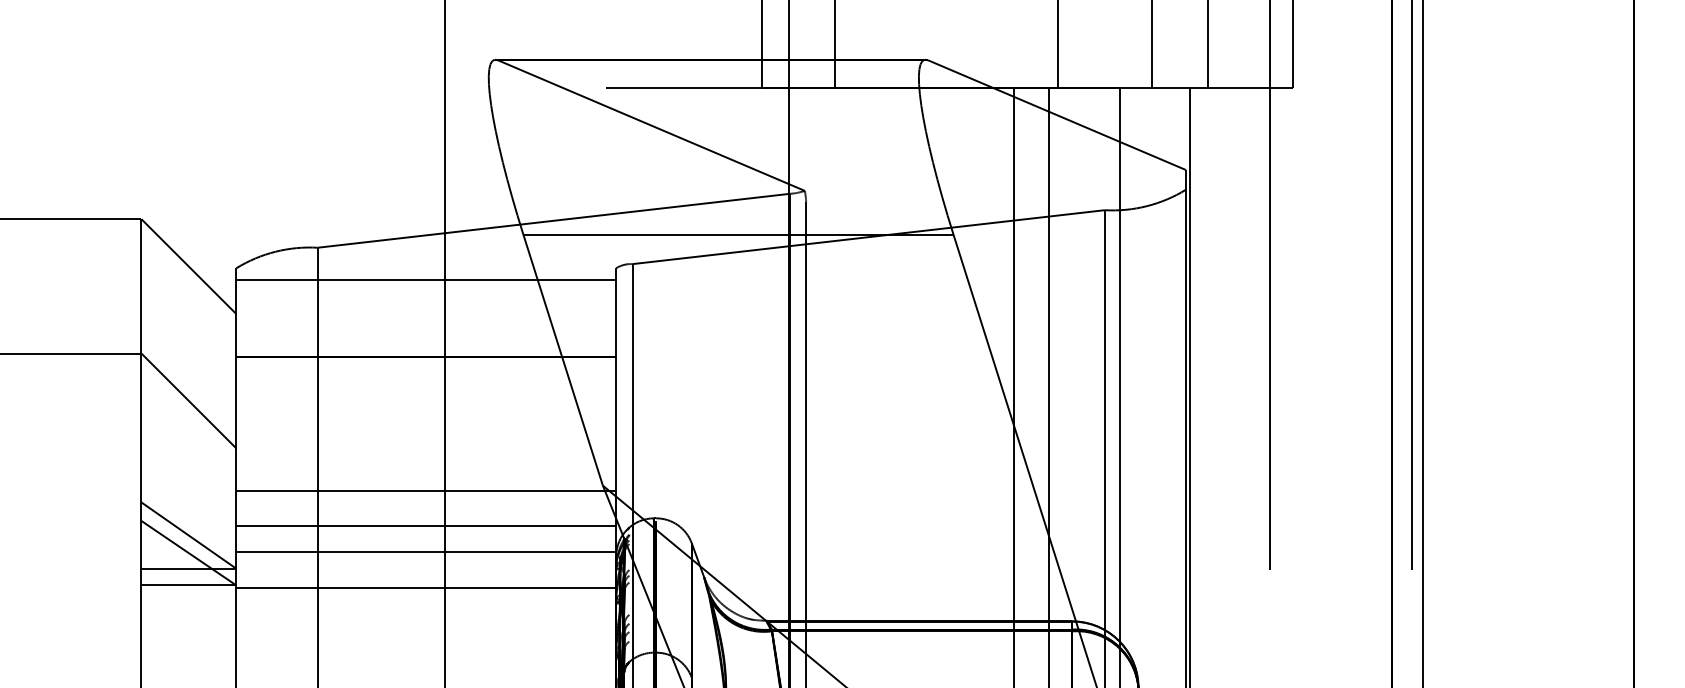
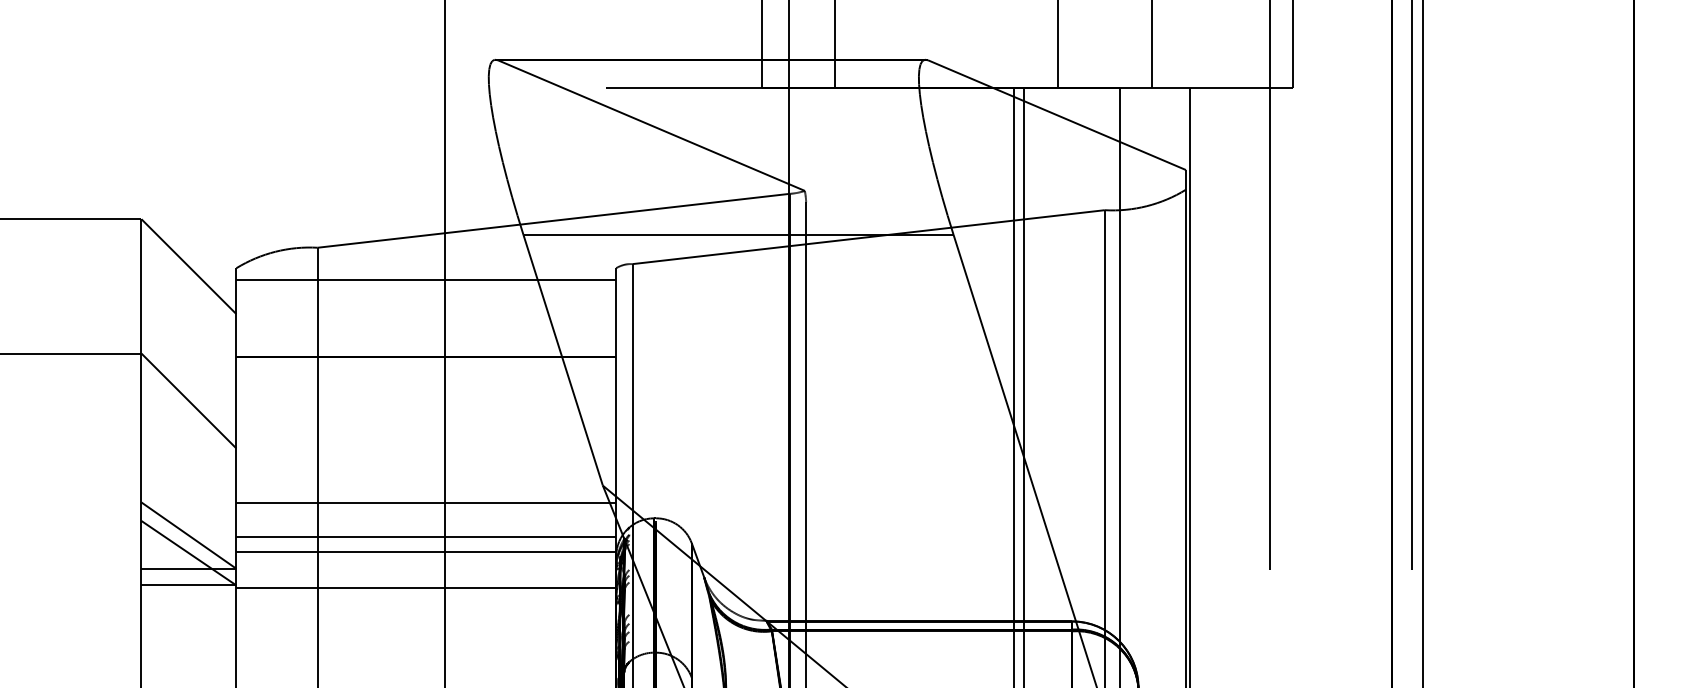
line at (1208, 44): present -> none
line at (1048, 385) position: (1048, 385) -> (1023, 385)
line at (426, 490) position: (426, 490) -> (426, 502)
line at (426, 526) position: (426, 526) -> (426, 537)
